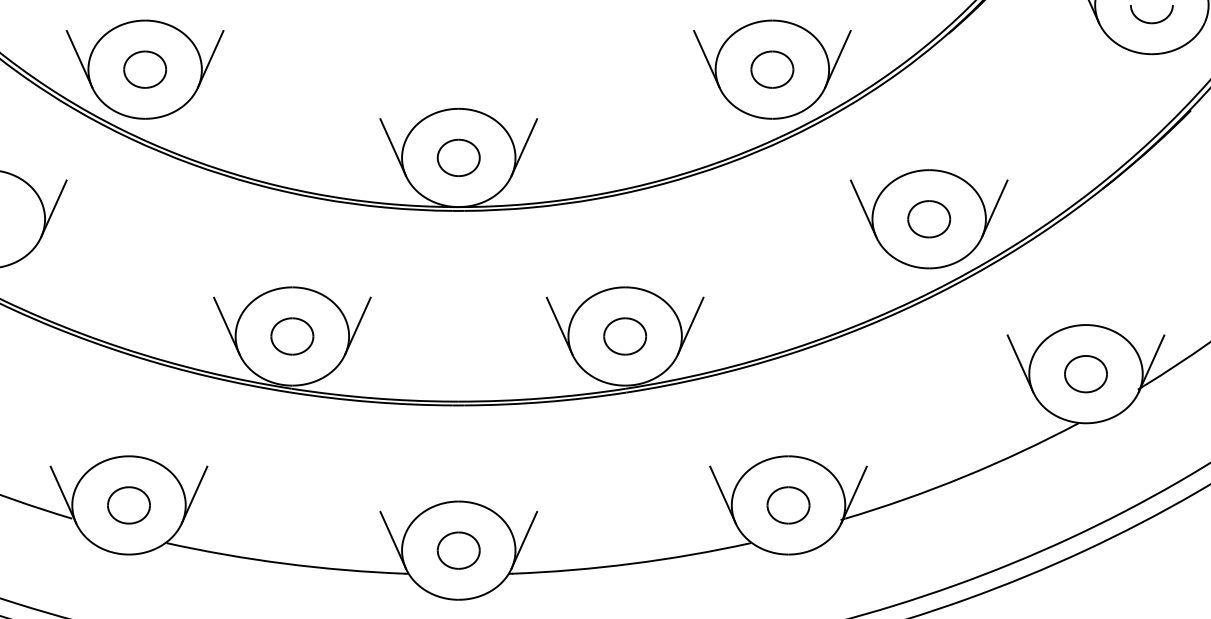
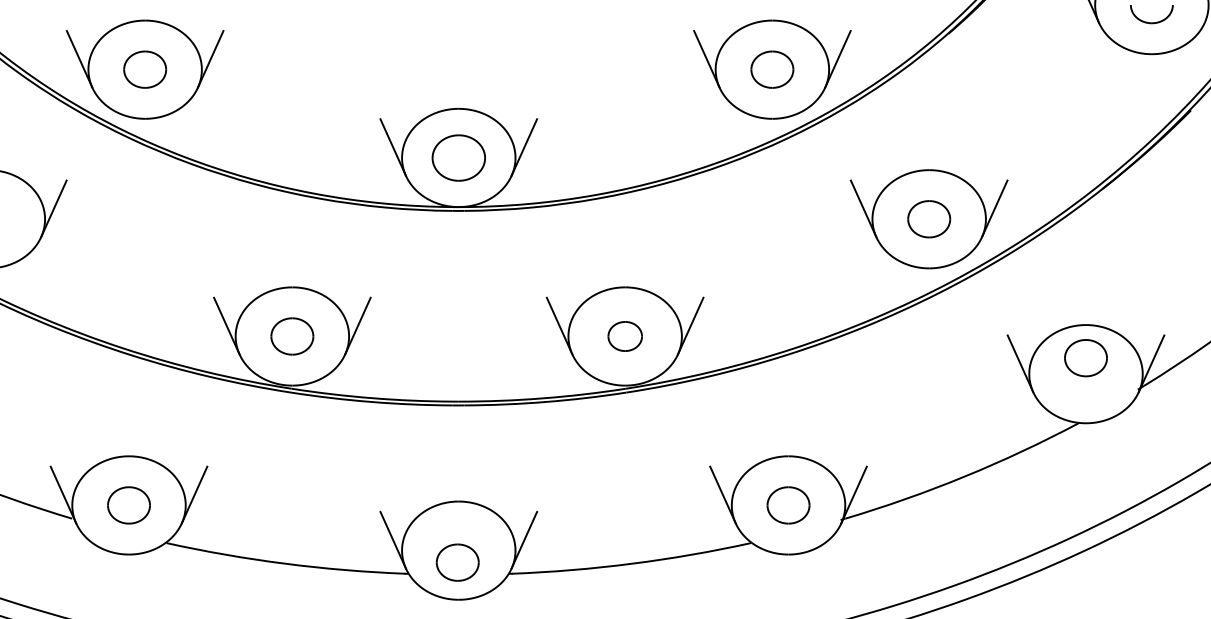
part at (458, 157) size: 45x39 px -> 55x48 px
part at (625, 336) size: 45x39 px -> 36x31 px
part at (1085, 374) position: (1085, 374) -> (1085, 358)
part at (458, 550) position: (458, 550) -> (457, 562)
